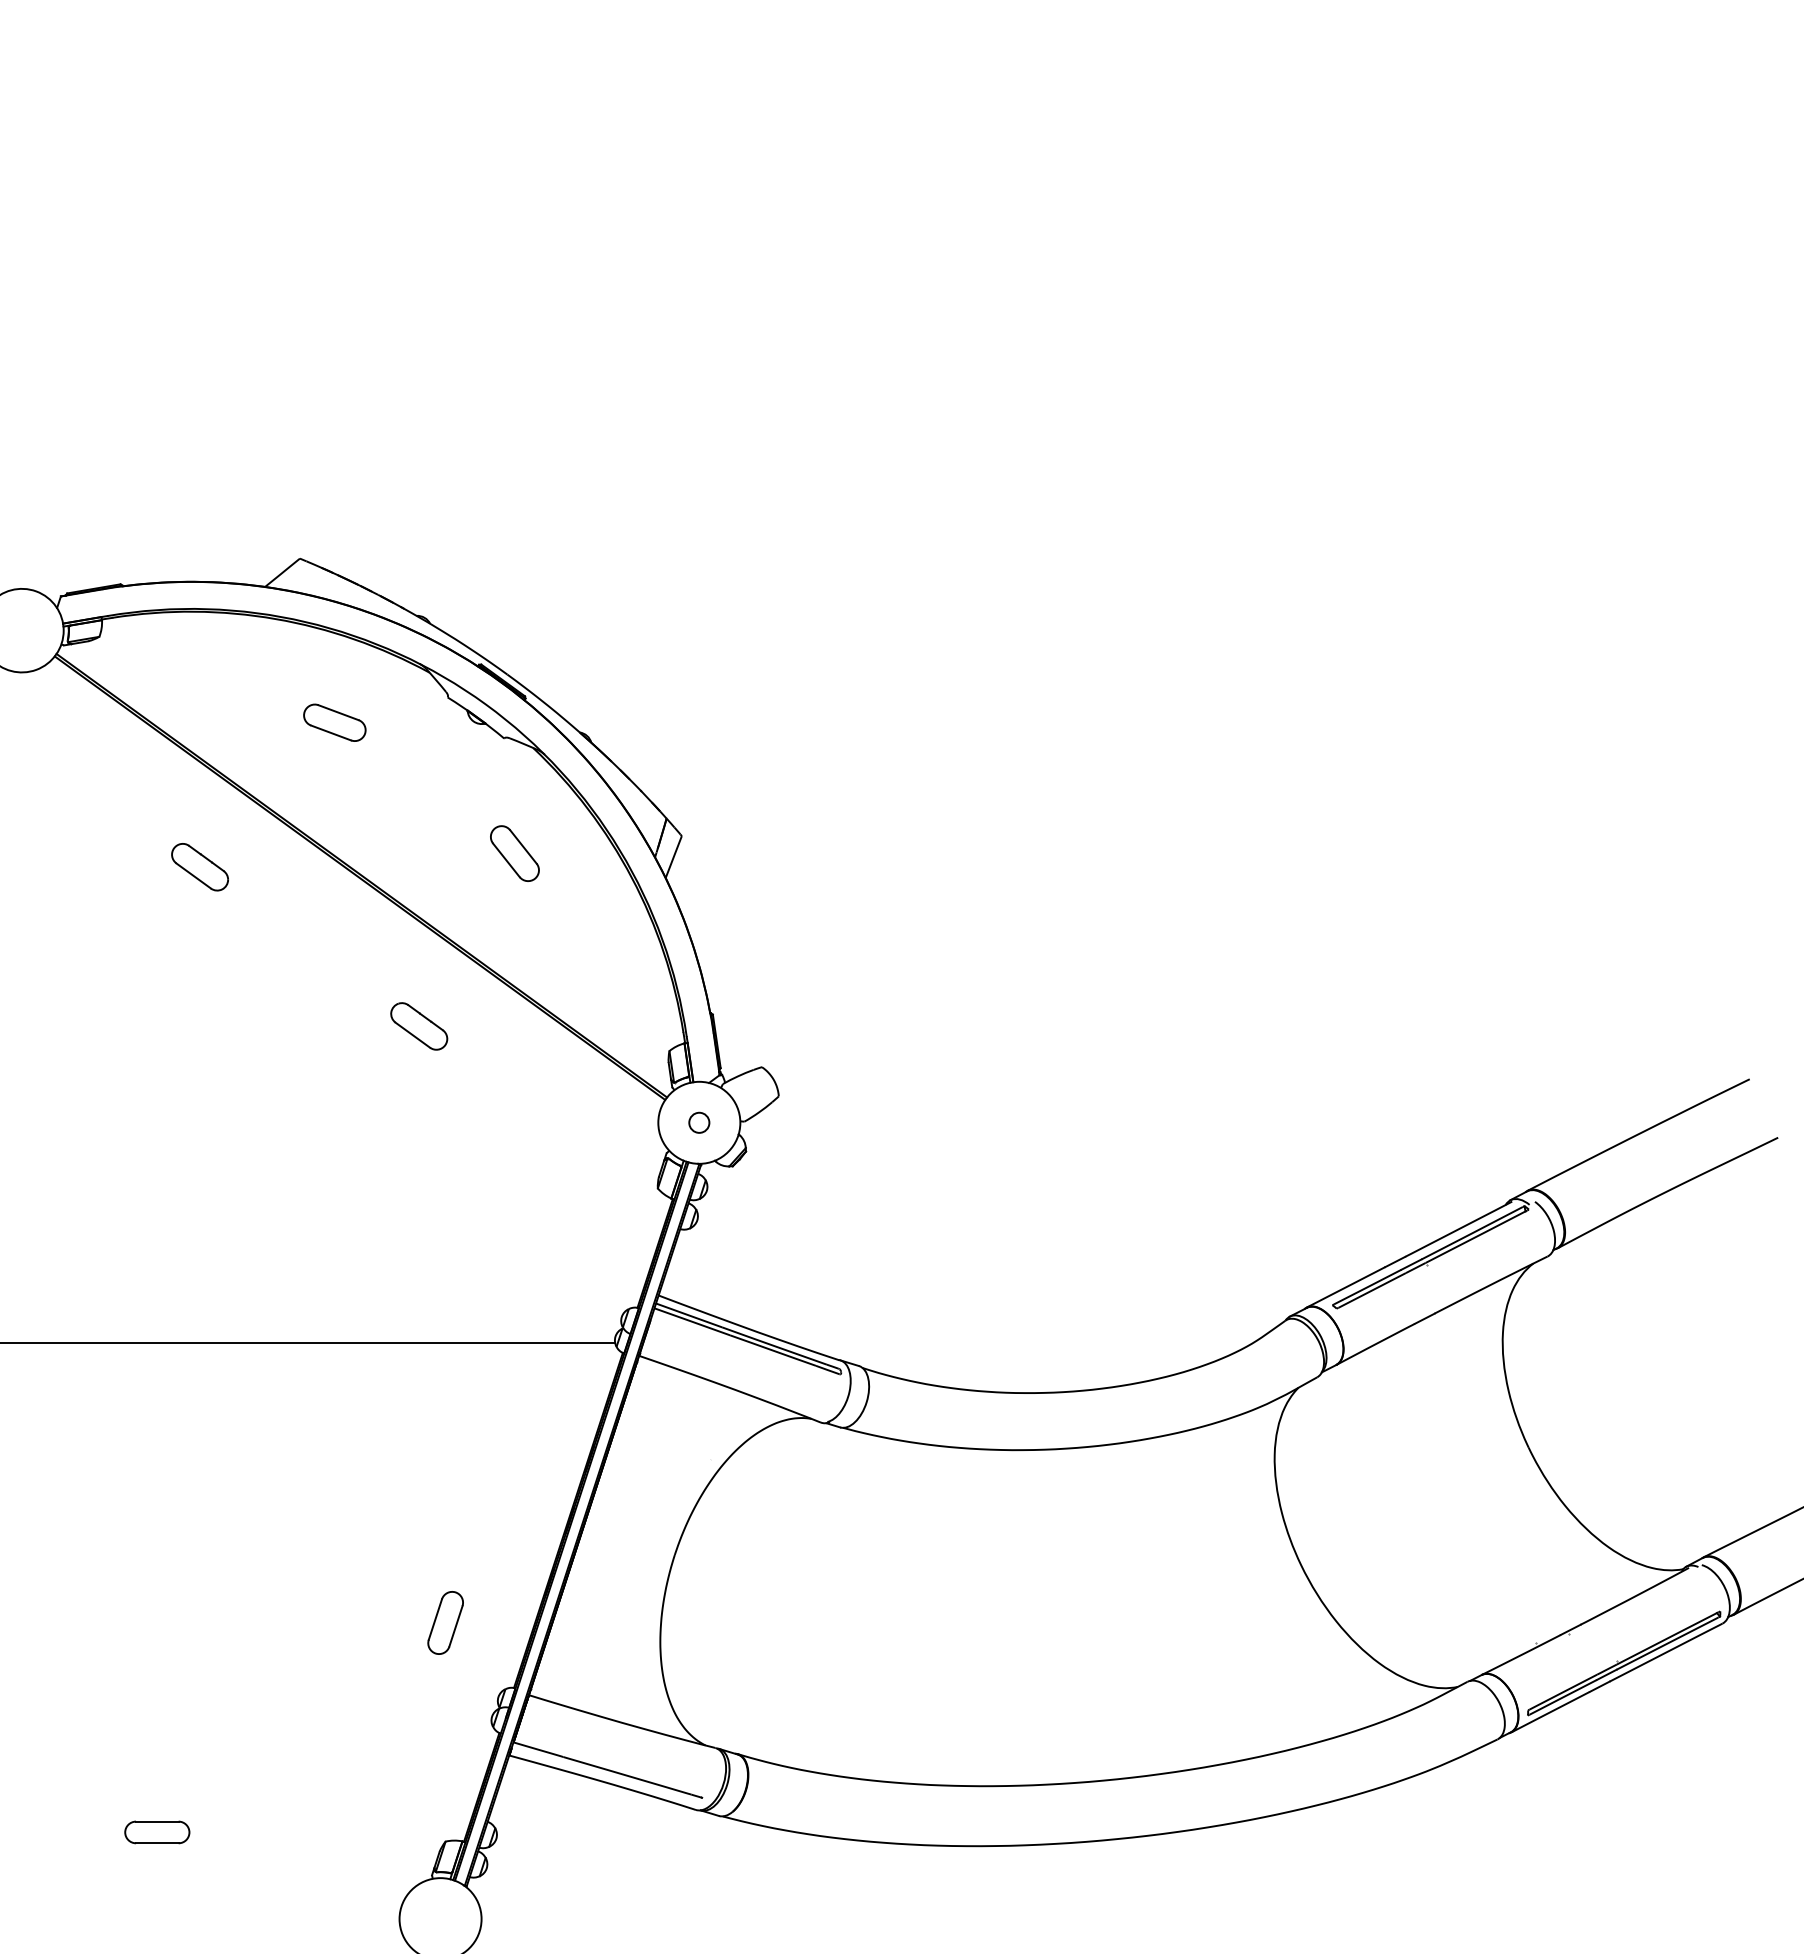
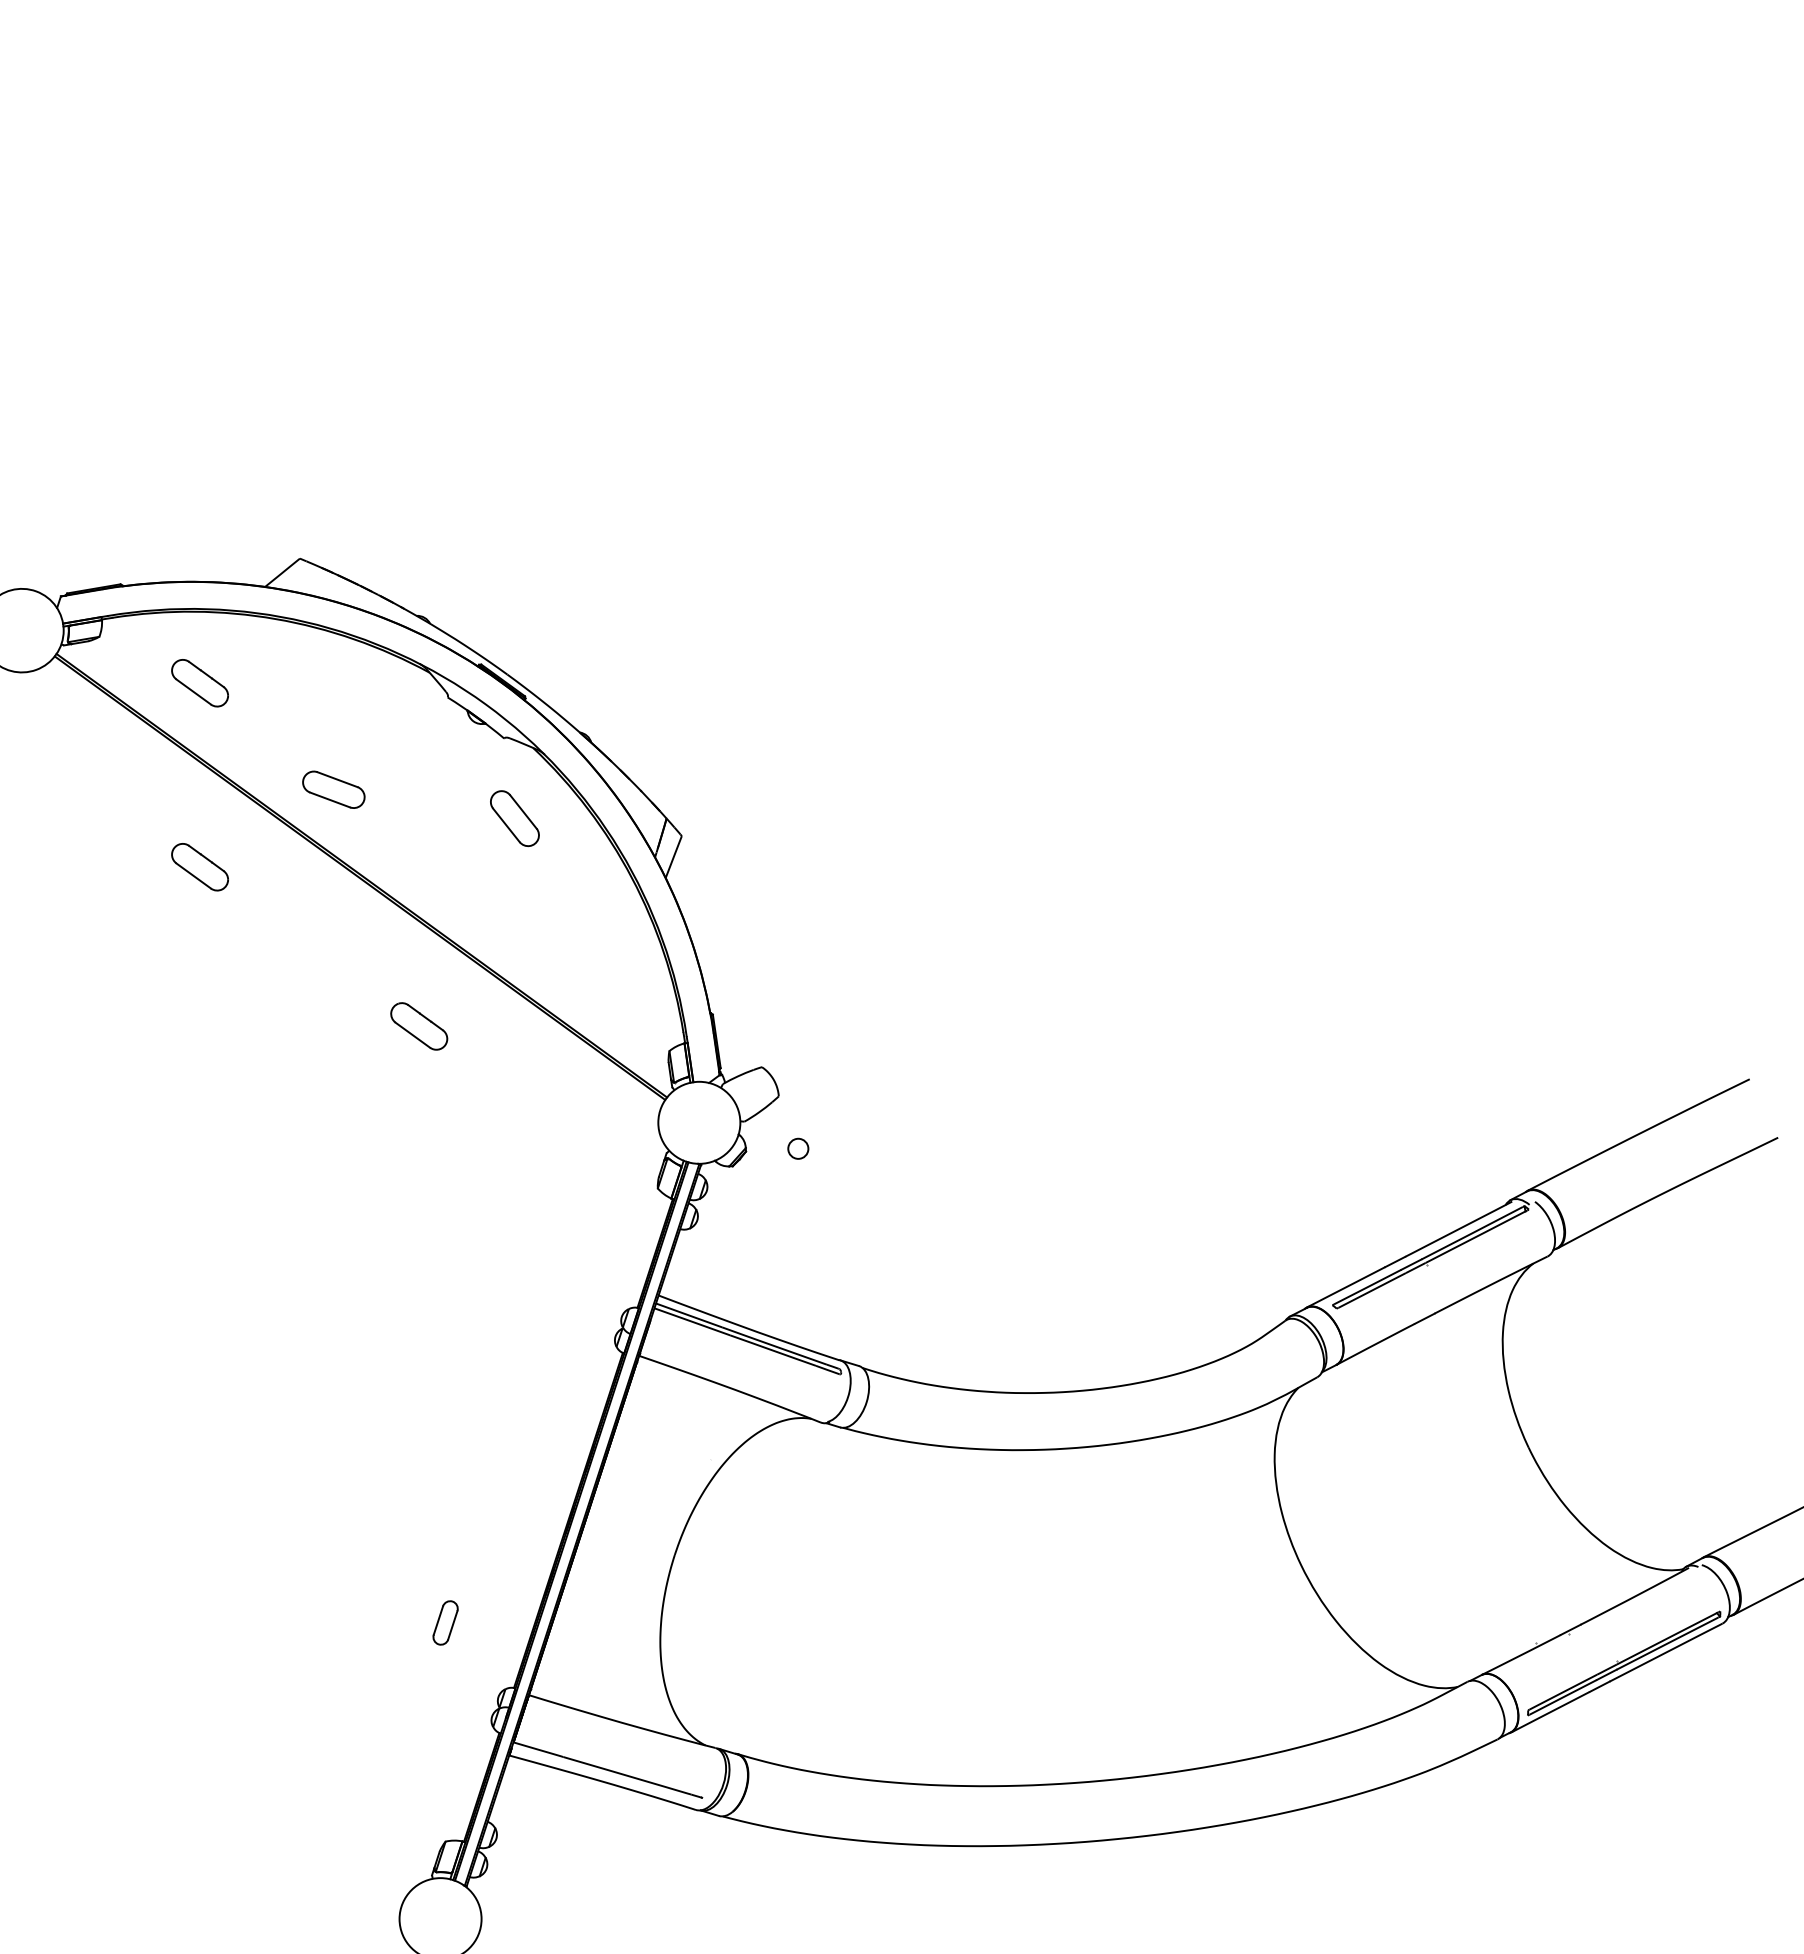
part at (199, 683): none -> present
part at (334, 722) position: (334, 722) -> (333, 789)
part at (514, 853) position: (514, 853) -> (514, 818)
circle at (699, 1122) position: (699, 1122) -> (798, 1148)
line at (308, 1342): present -> none
part at (445, 1622) size: 37x64 px -> 27x46 px
part at (157, 1832): present -> none
